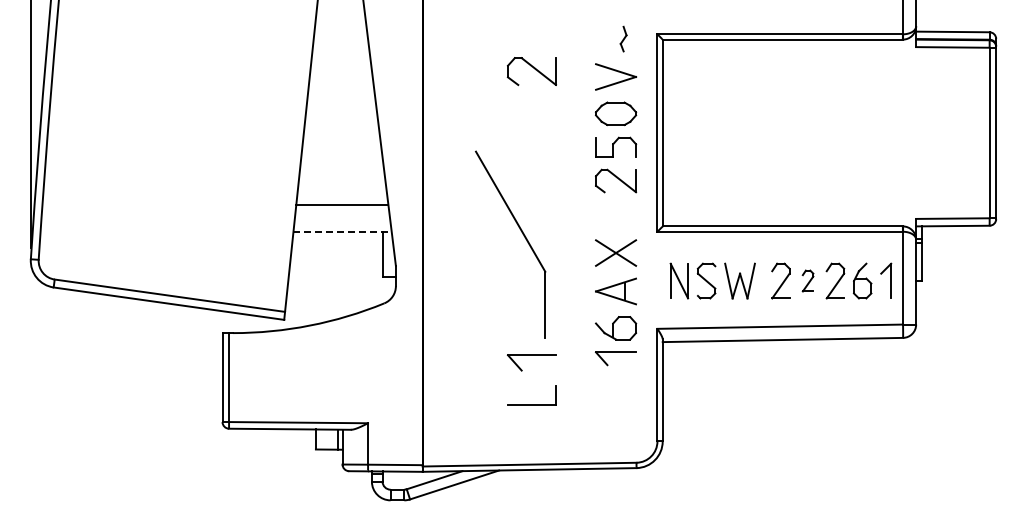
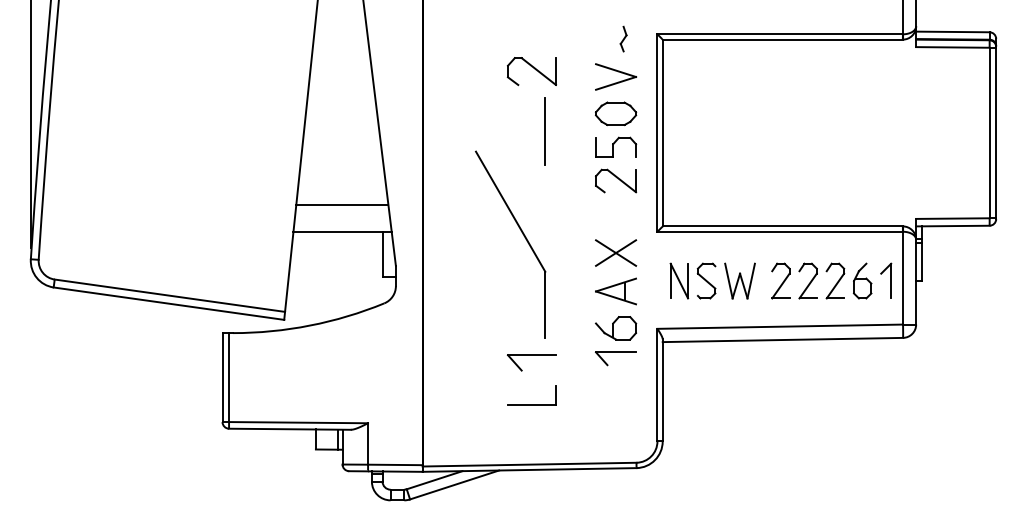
line at (545, 131): none -> present
line at (343, 231): dashed -> solid
part at (807, 280) size: 14x24 px -> 20x38 px
